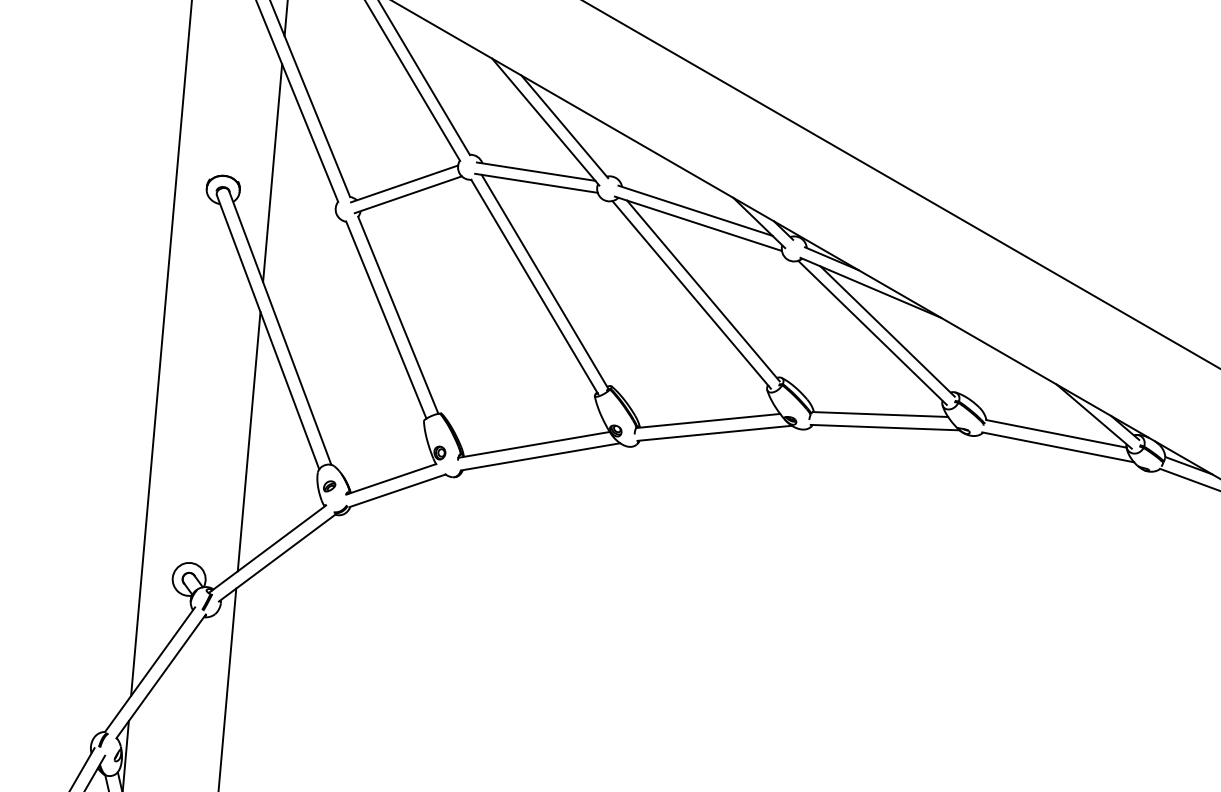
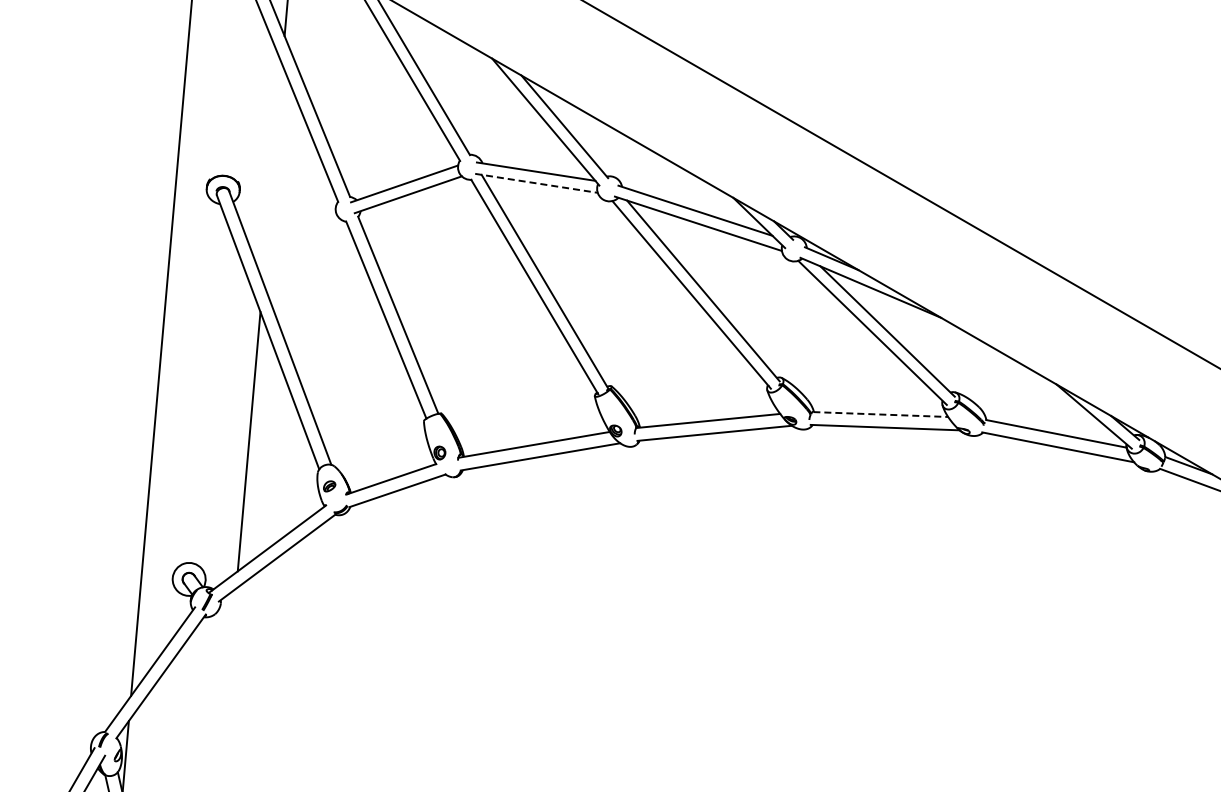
line at (272, 173): present -> none
line at (536, 183): solid -> dashed
line at (881, 414): solid -> dashed
line at (227, 688): present -> none
